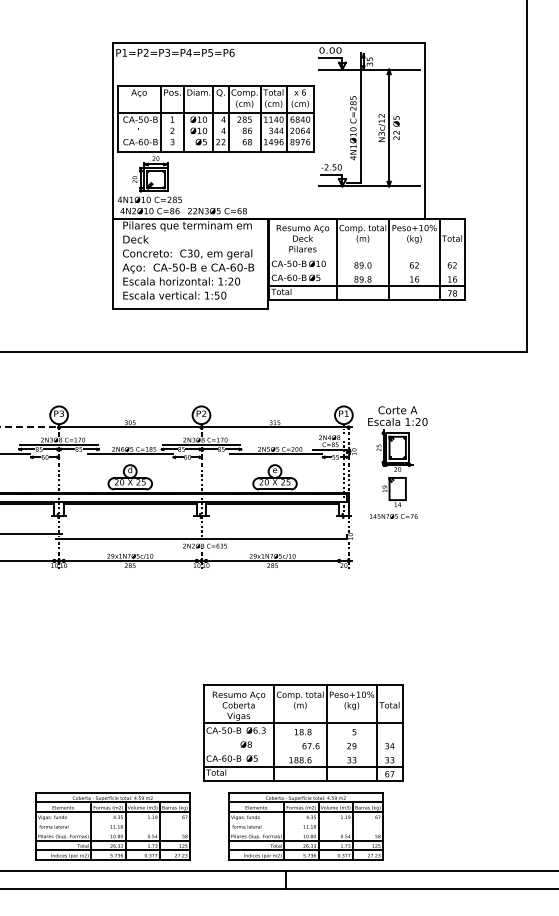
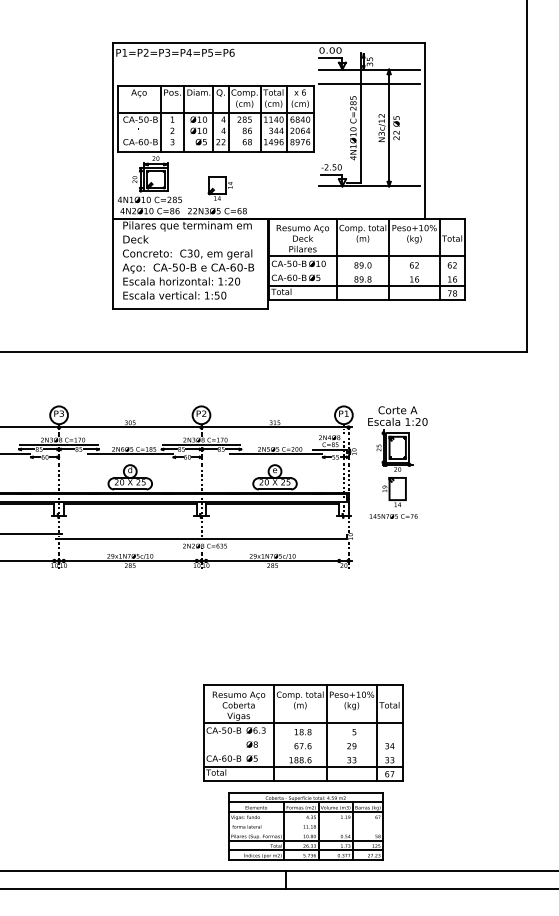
line at (369, 83): none -> present
part at (219, 188): none -> present
line at (366, 256): none -> present
line at (30, 427): dashed -> solid
text at (245, 744) position: (245, 744) -> (251, 744)
text at (310, 746) position: (310, 746) -> (302, 746)
part at (112, 826): present -> none
